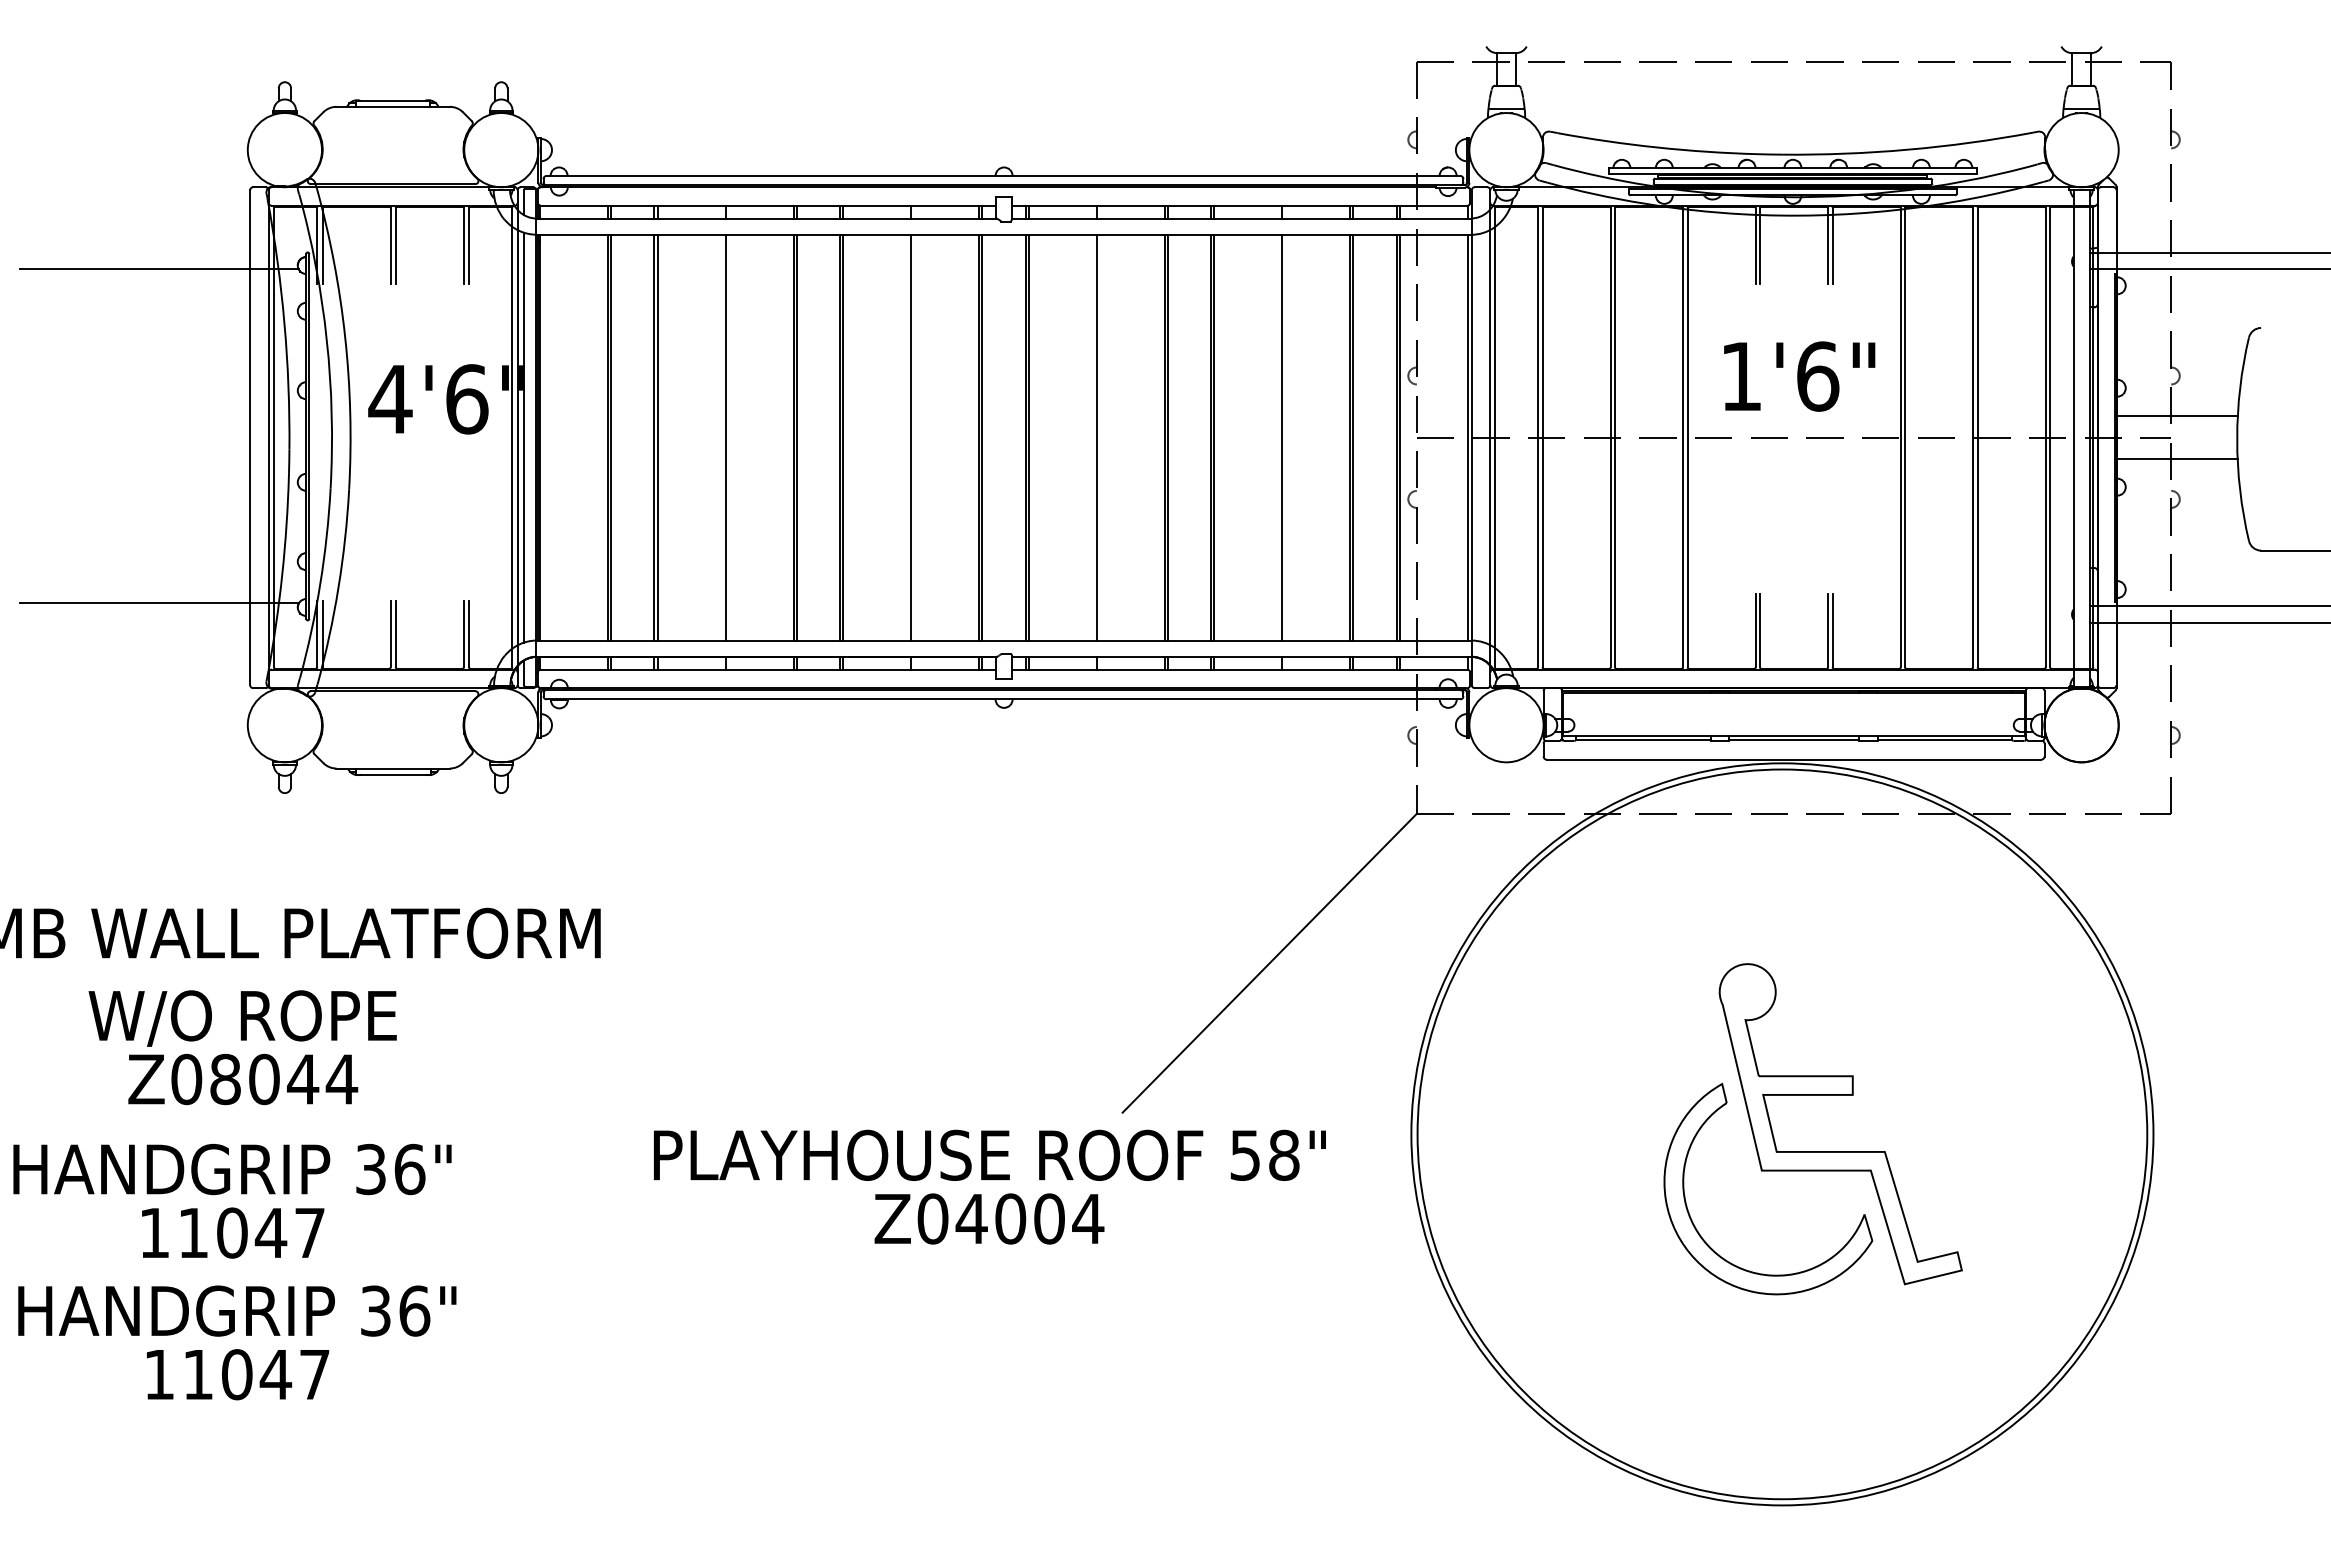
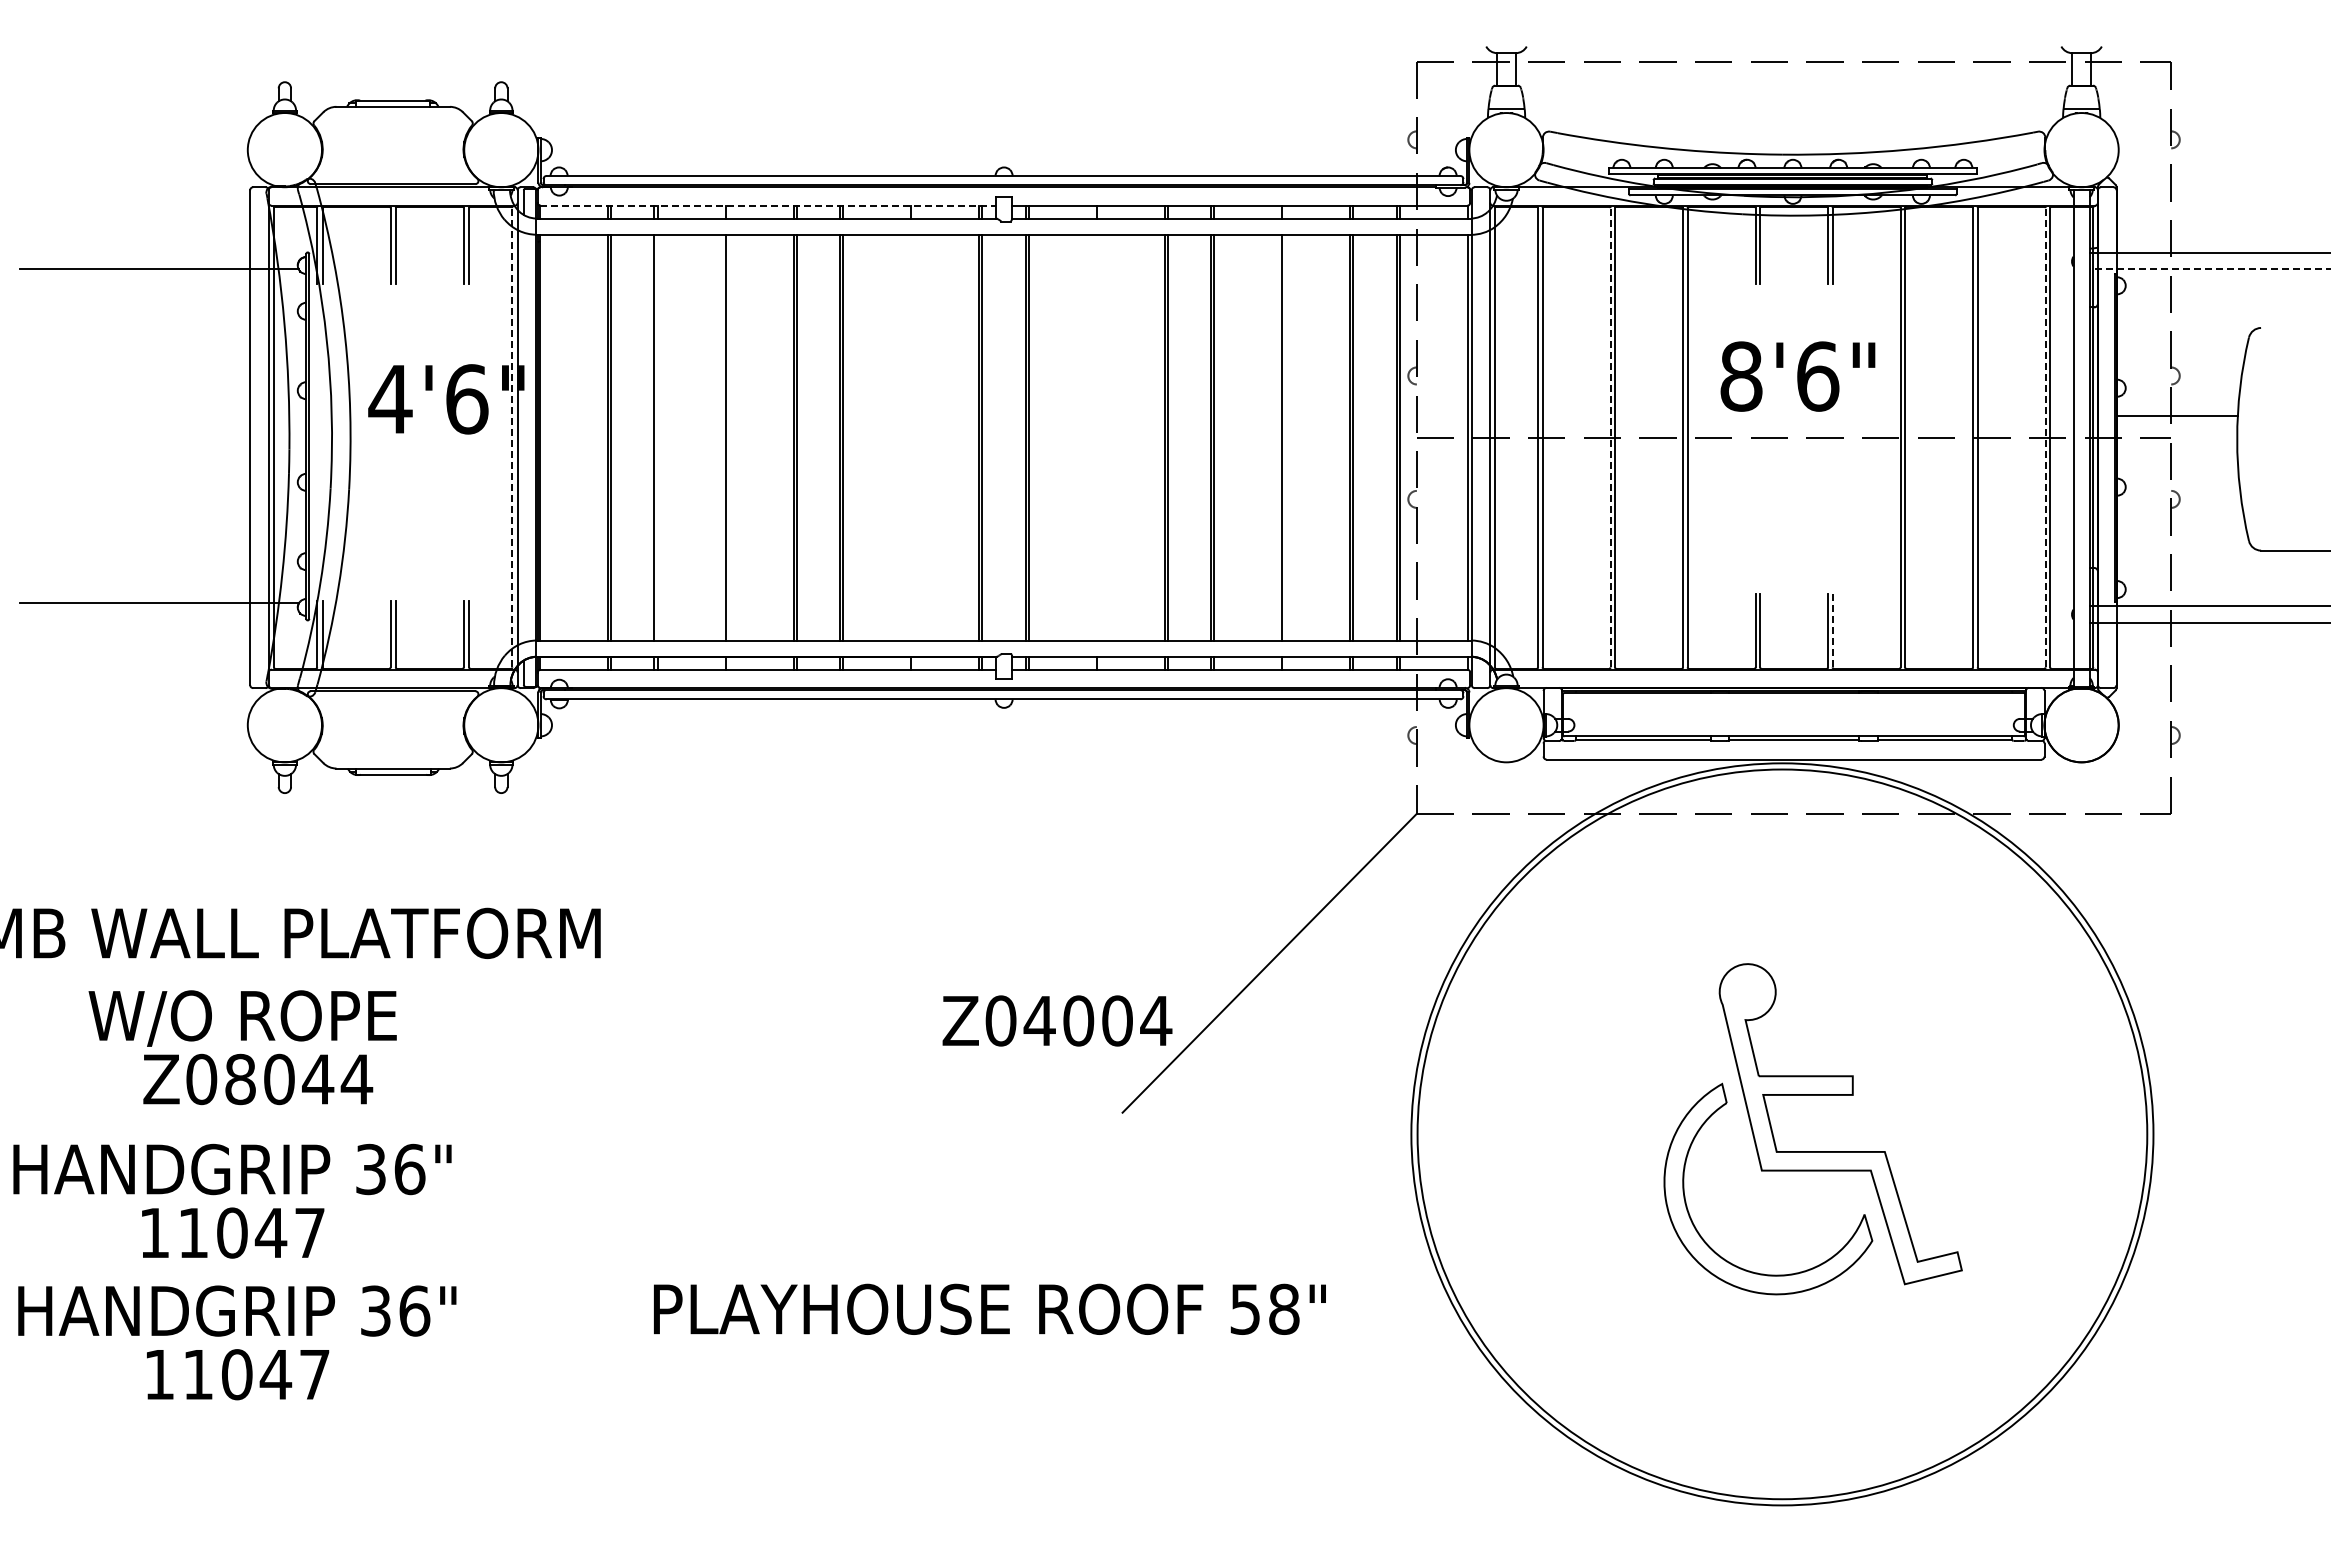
line at (767, 205): solid -> dashed
line at (2209, 268): solid -> dashed
text at (1741, 376): 1'6" -> 8'6"
line at (512, 437): solid -> dashed
line at (523, 437): present -> none
line at (657, 437): present -> none
line at (911, 437): present -> none
line at (1096, 437): present -> none
line at (1610, 437): solid -> dashed
line at (2045, 437): solid -> dashed
line at (2177, 459): present -> none
line at (1832, 630): solid -> dashed
text at (243, 1079) position: (243, 1079) -> (258, 1079)
text at (989, 1154) position: (989, 1154) -> (989, 1308)
text at (989, 1218) position: (989, 1218) -> (1057, 1020)
